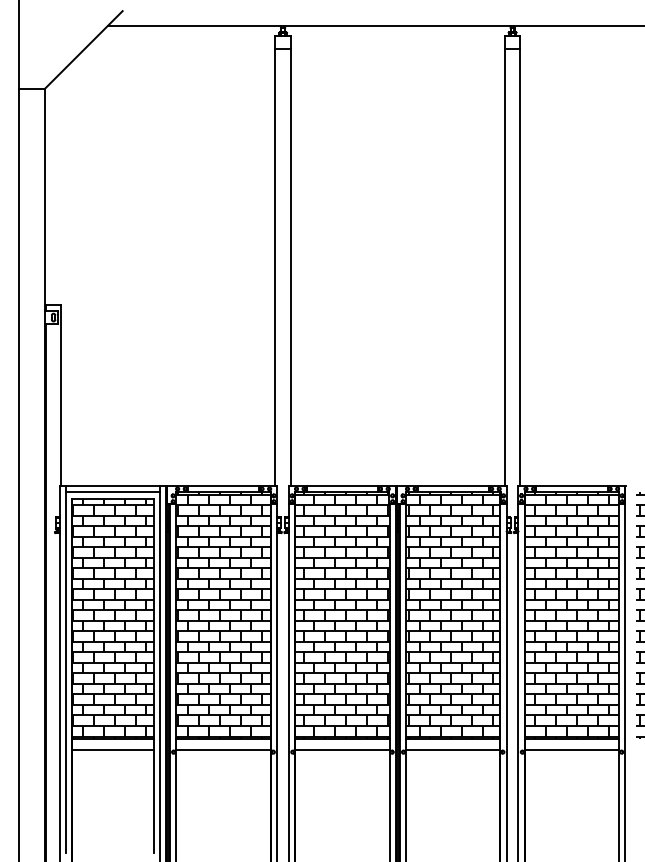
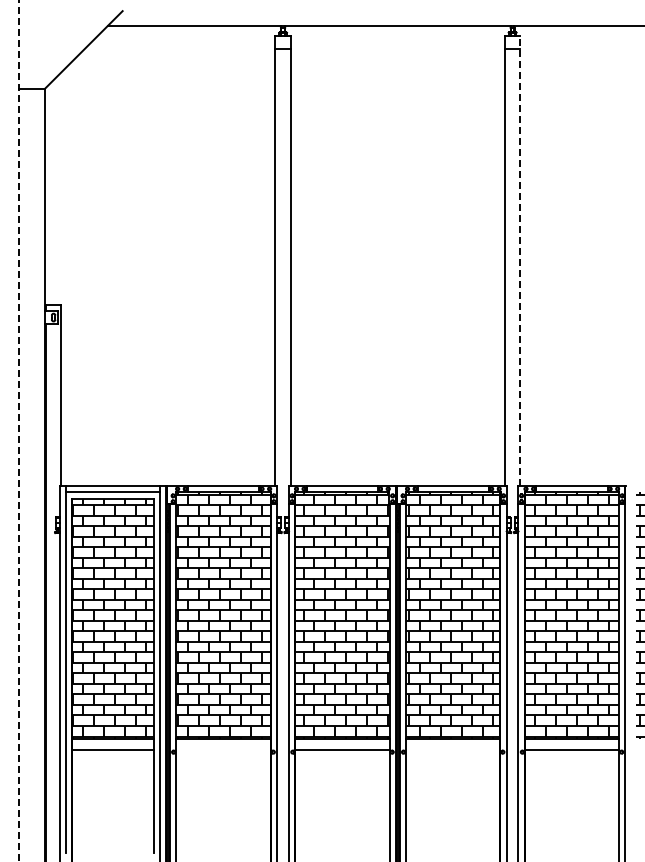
line at (520, 260): solid -> dashed
line at (19, 431): solid -> dashed
line at (223, 749): present -> none
line at (453, 749): present -> none
